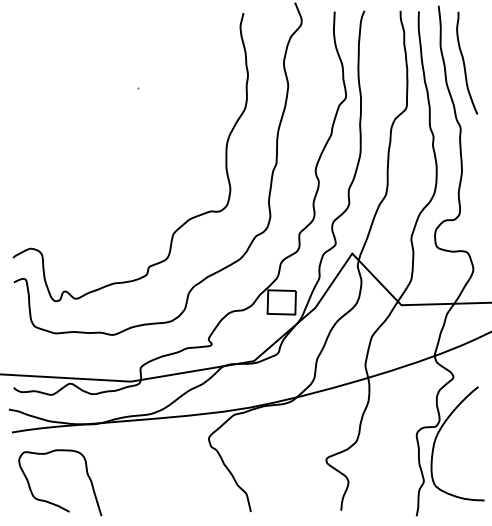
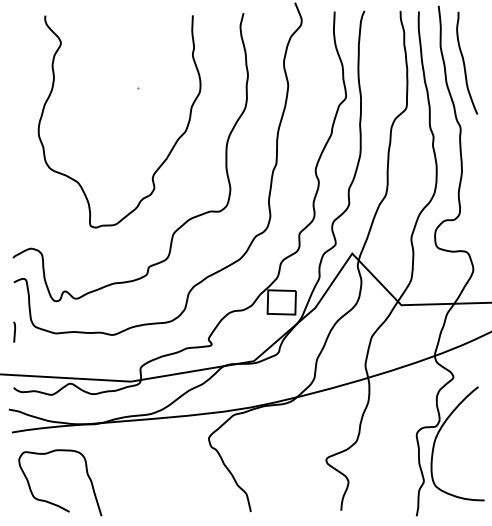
curve at (169, 151): none -> present
line at (14, 331): none -> present
